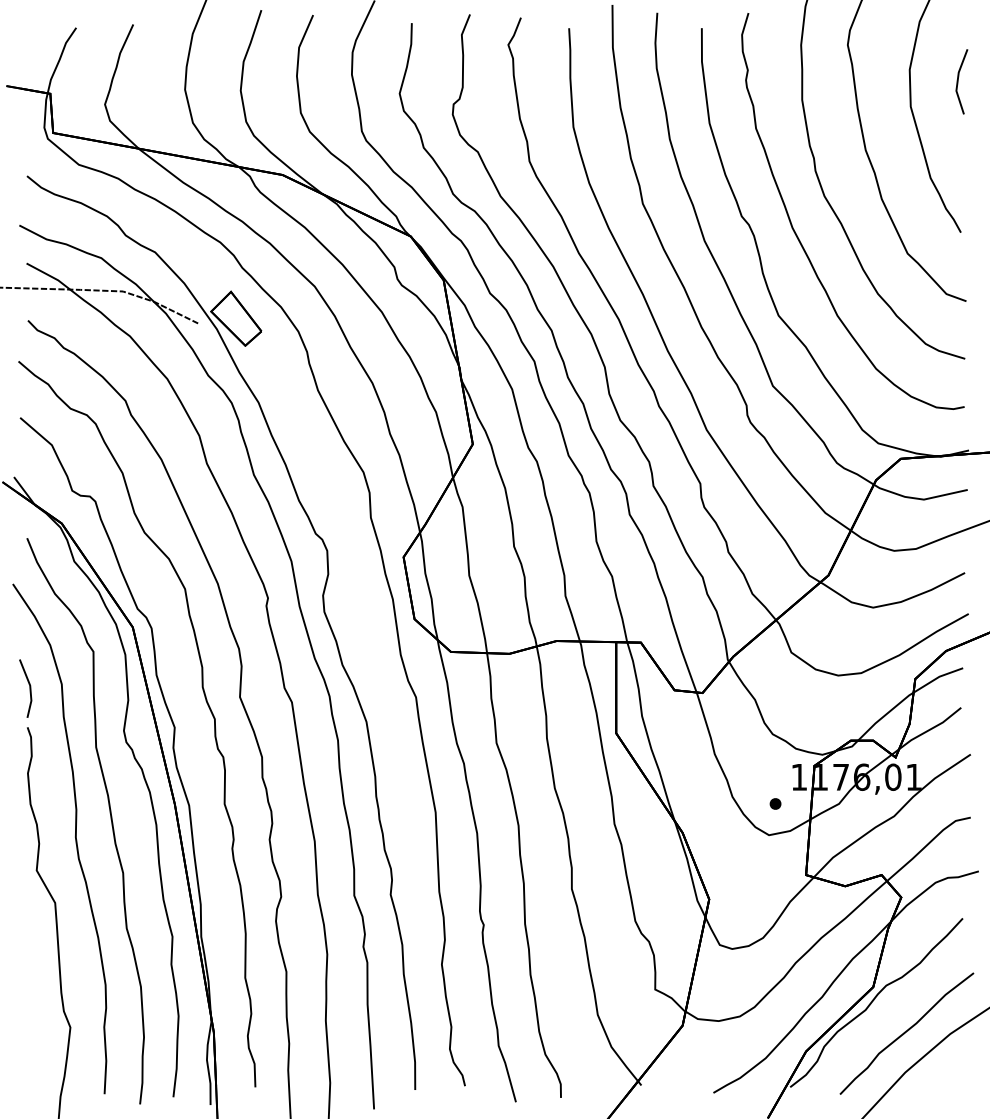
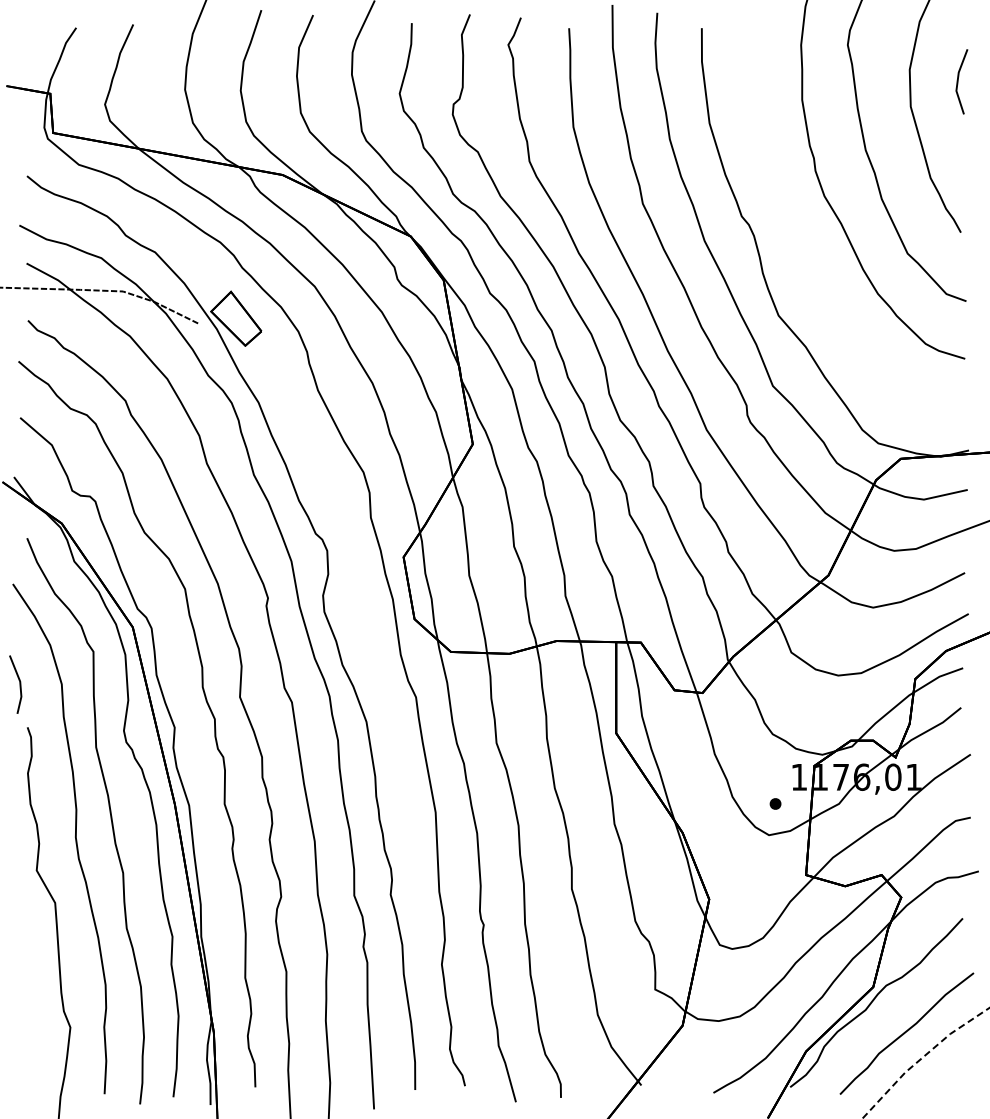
curve at (799, 238): present -> none
line at (29, 688) position: (29, 688) -> (19, 684)
line at (922, 1057): solid -> dashed
